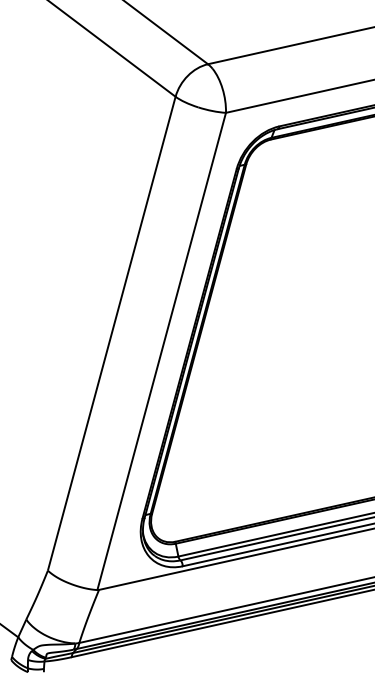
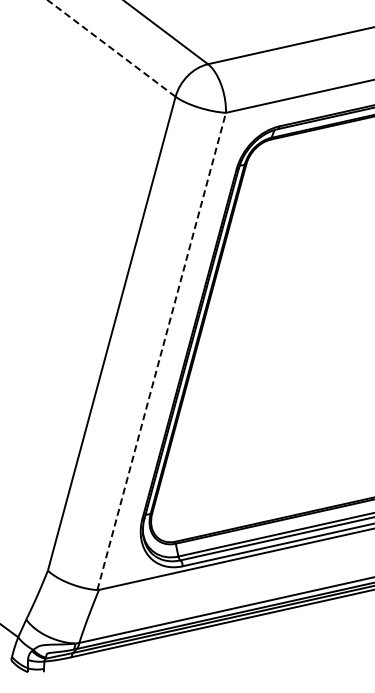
line at (112, 48): solid -> dashed
line at (161, 350): solid -> dashed
